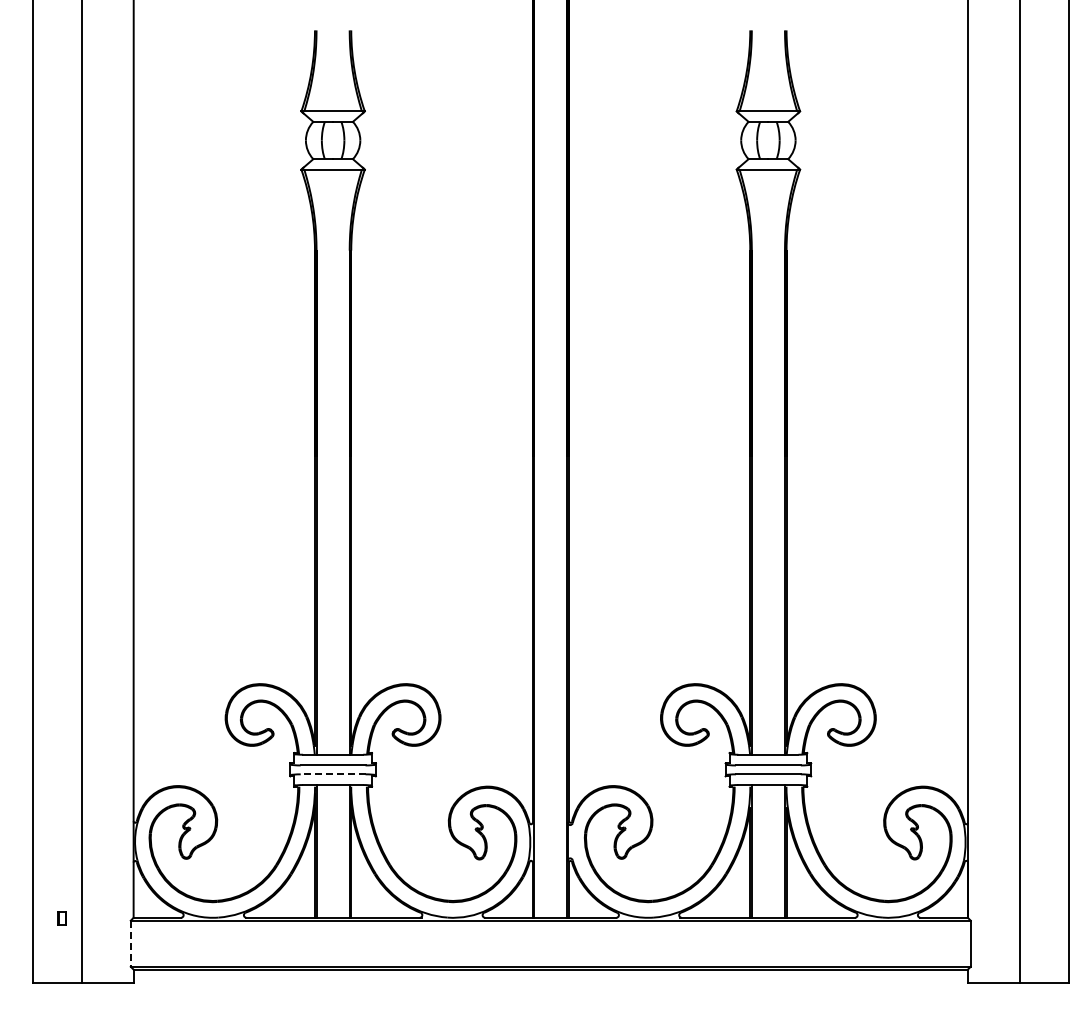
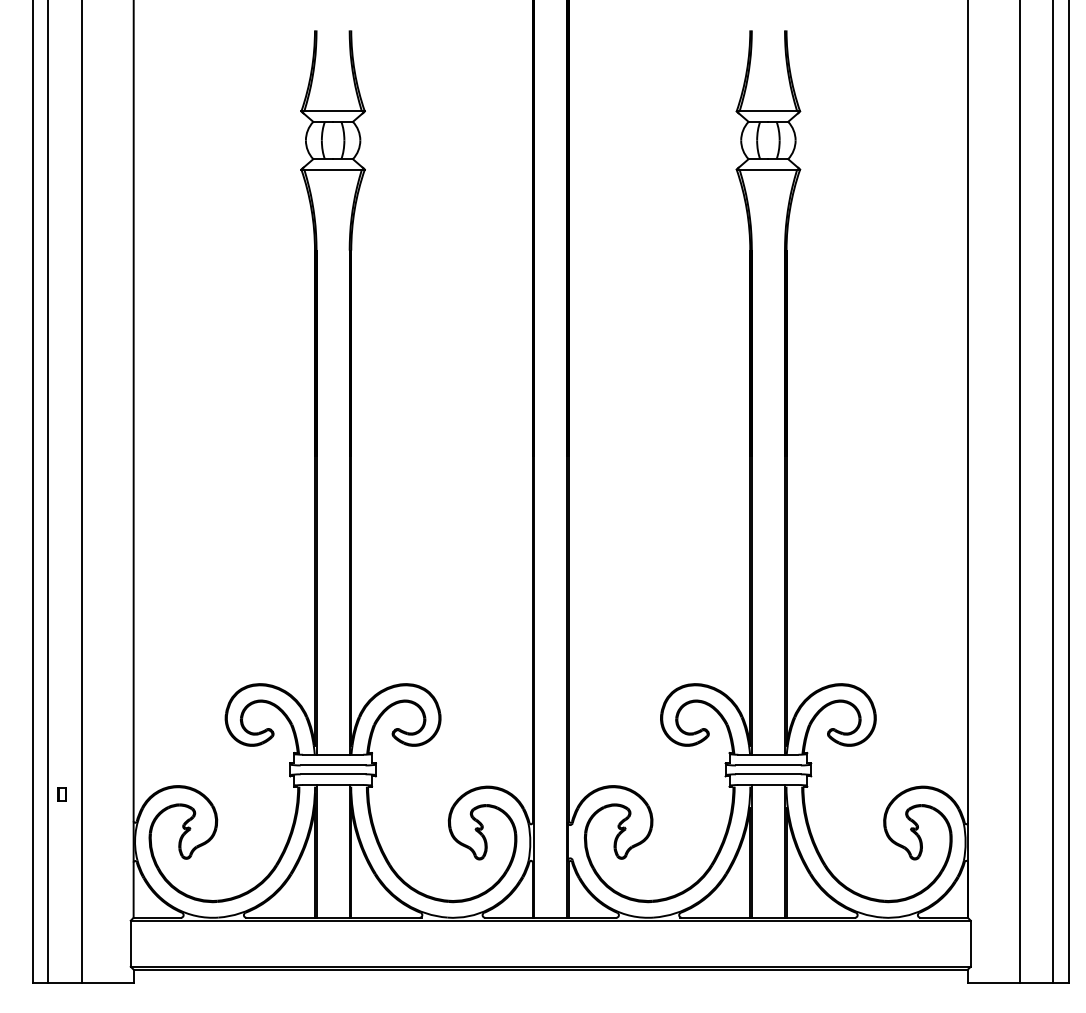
line at (48, 492): none -> present
line at (1053, 492): none -> present
line at (332, 774): dashed -> solid
part at (61, 918) position: (61, 918) -> (61, 794)
line at (130, 944): dashed -> solid
